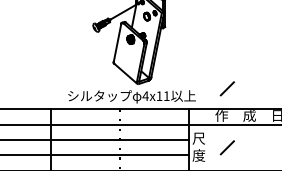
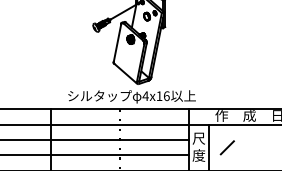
line at (226, 88): present -> none
text at (166, 96): 4x11 -> 4x16
line at (208, 145): none -> present
